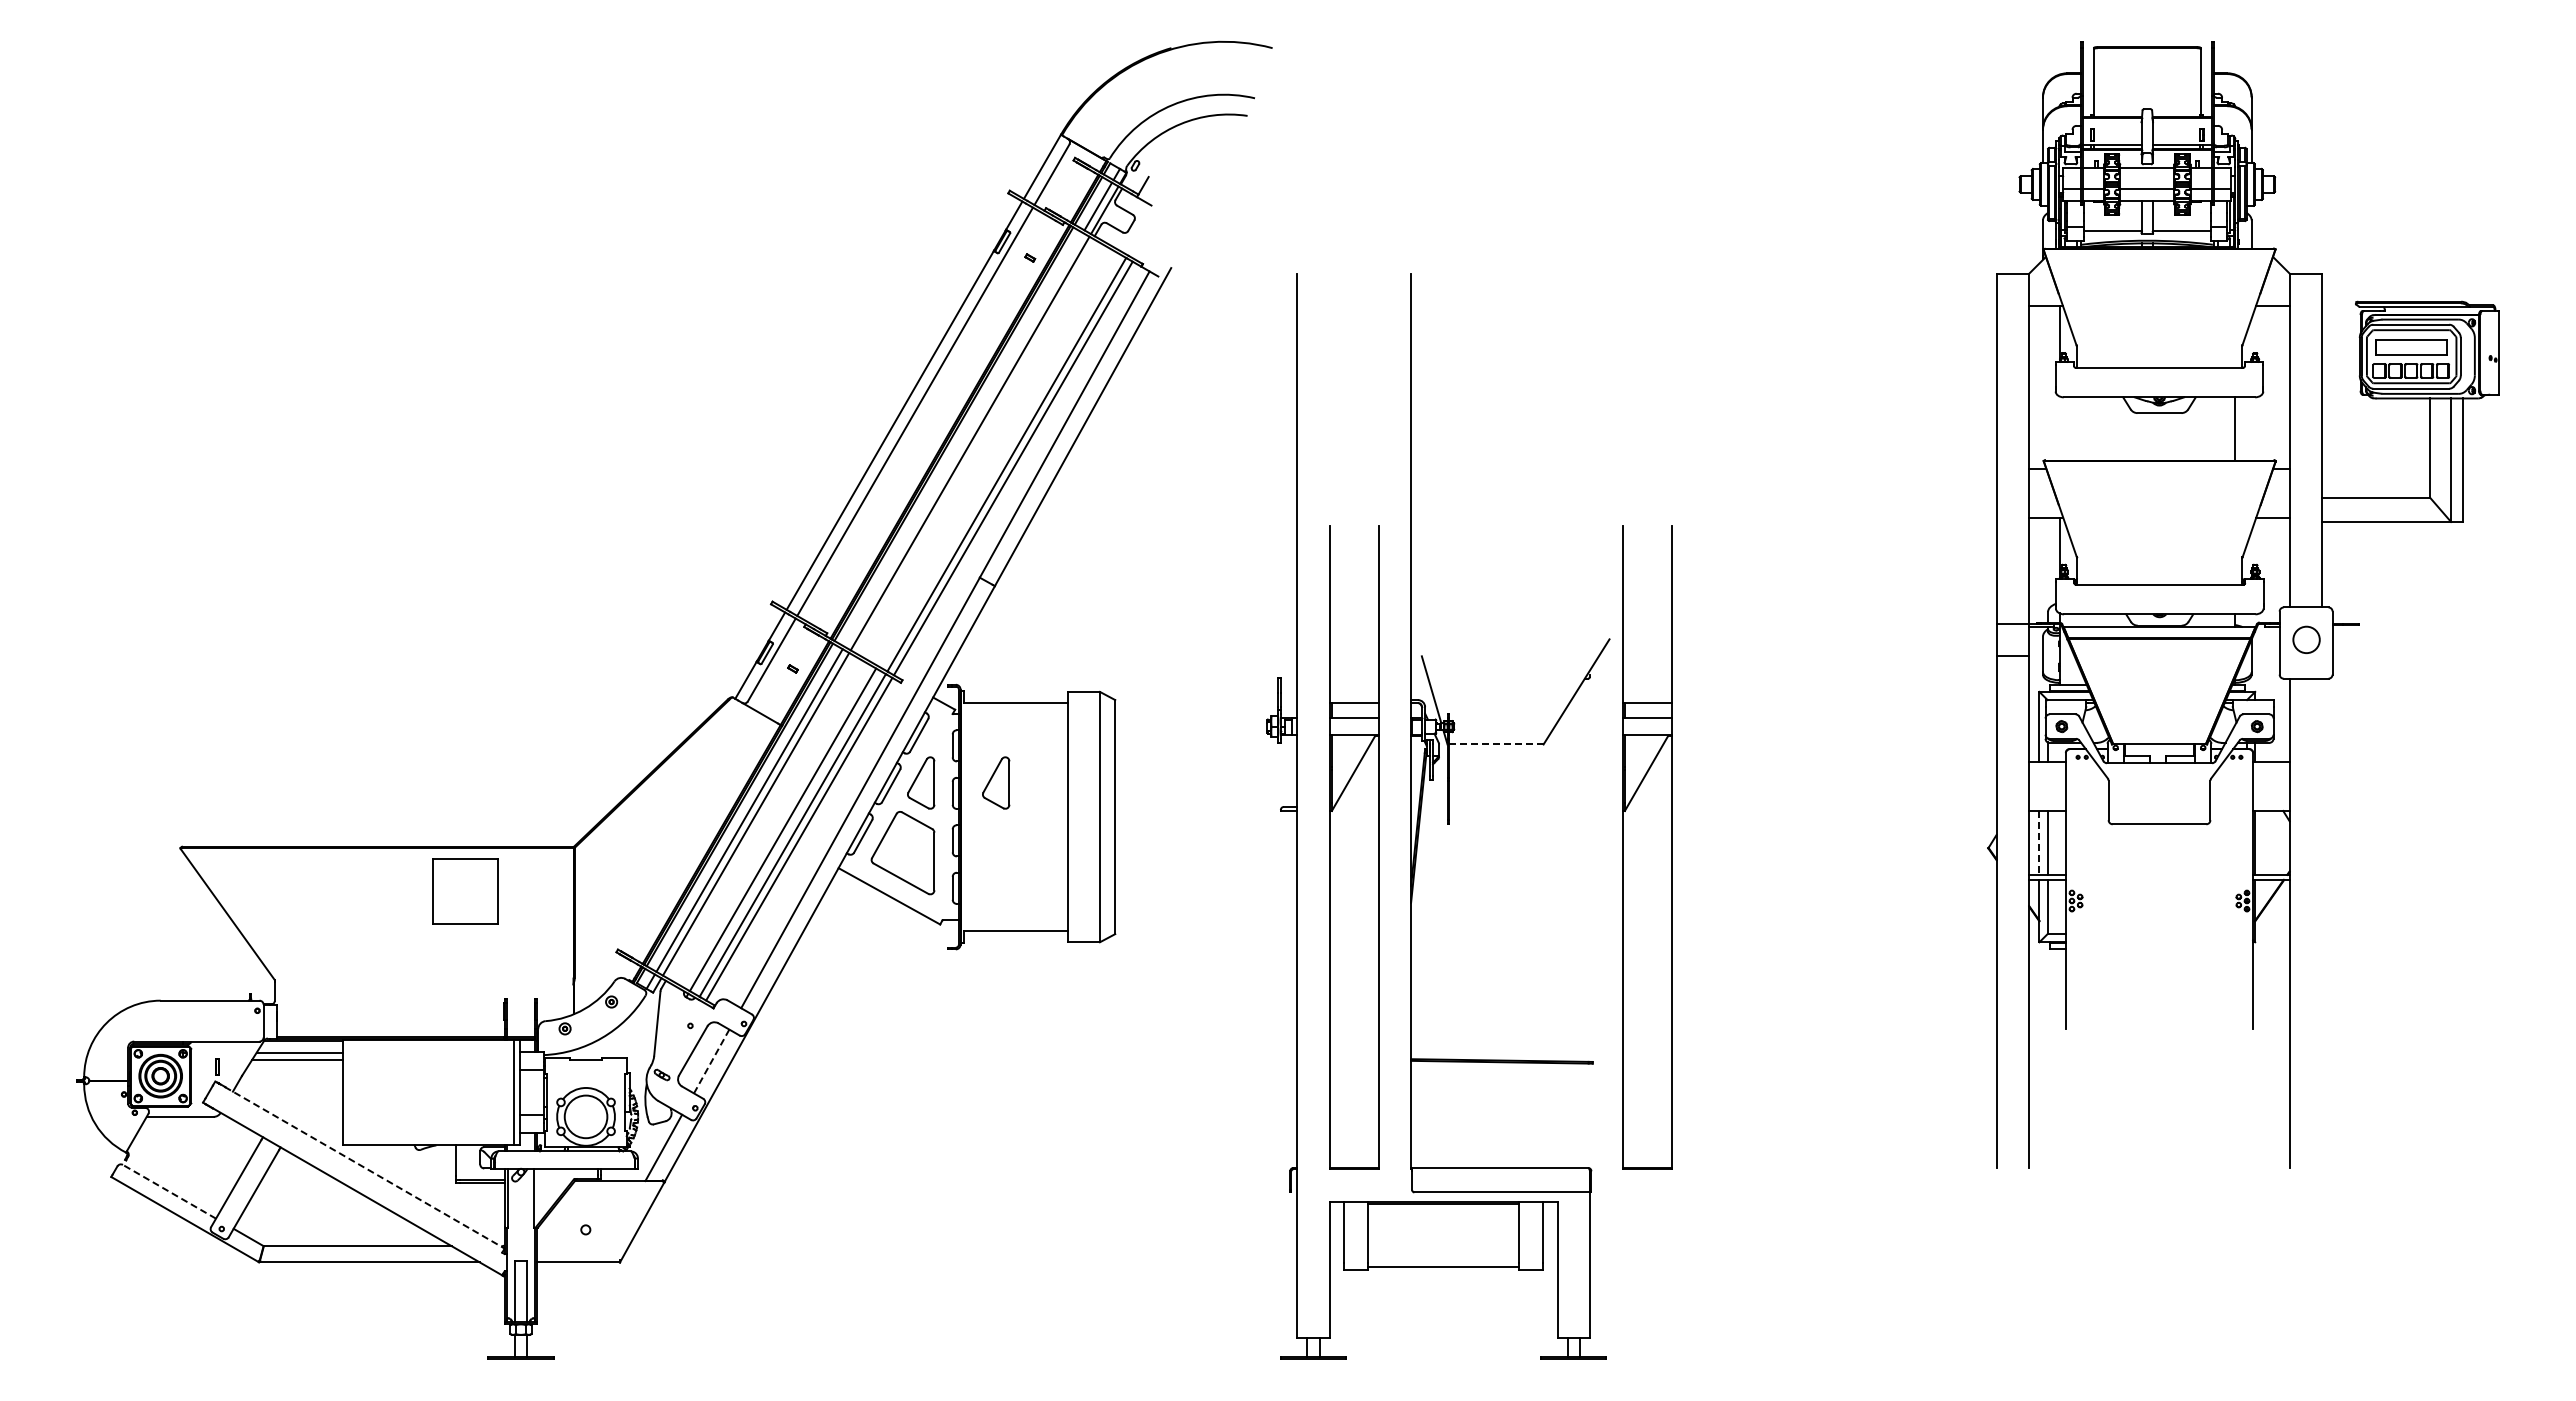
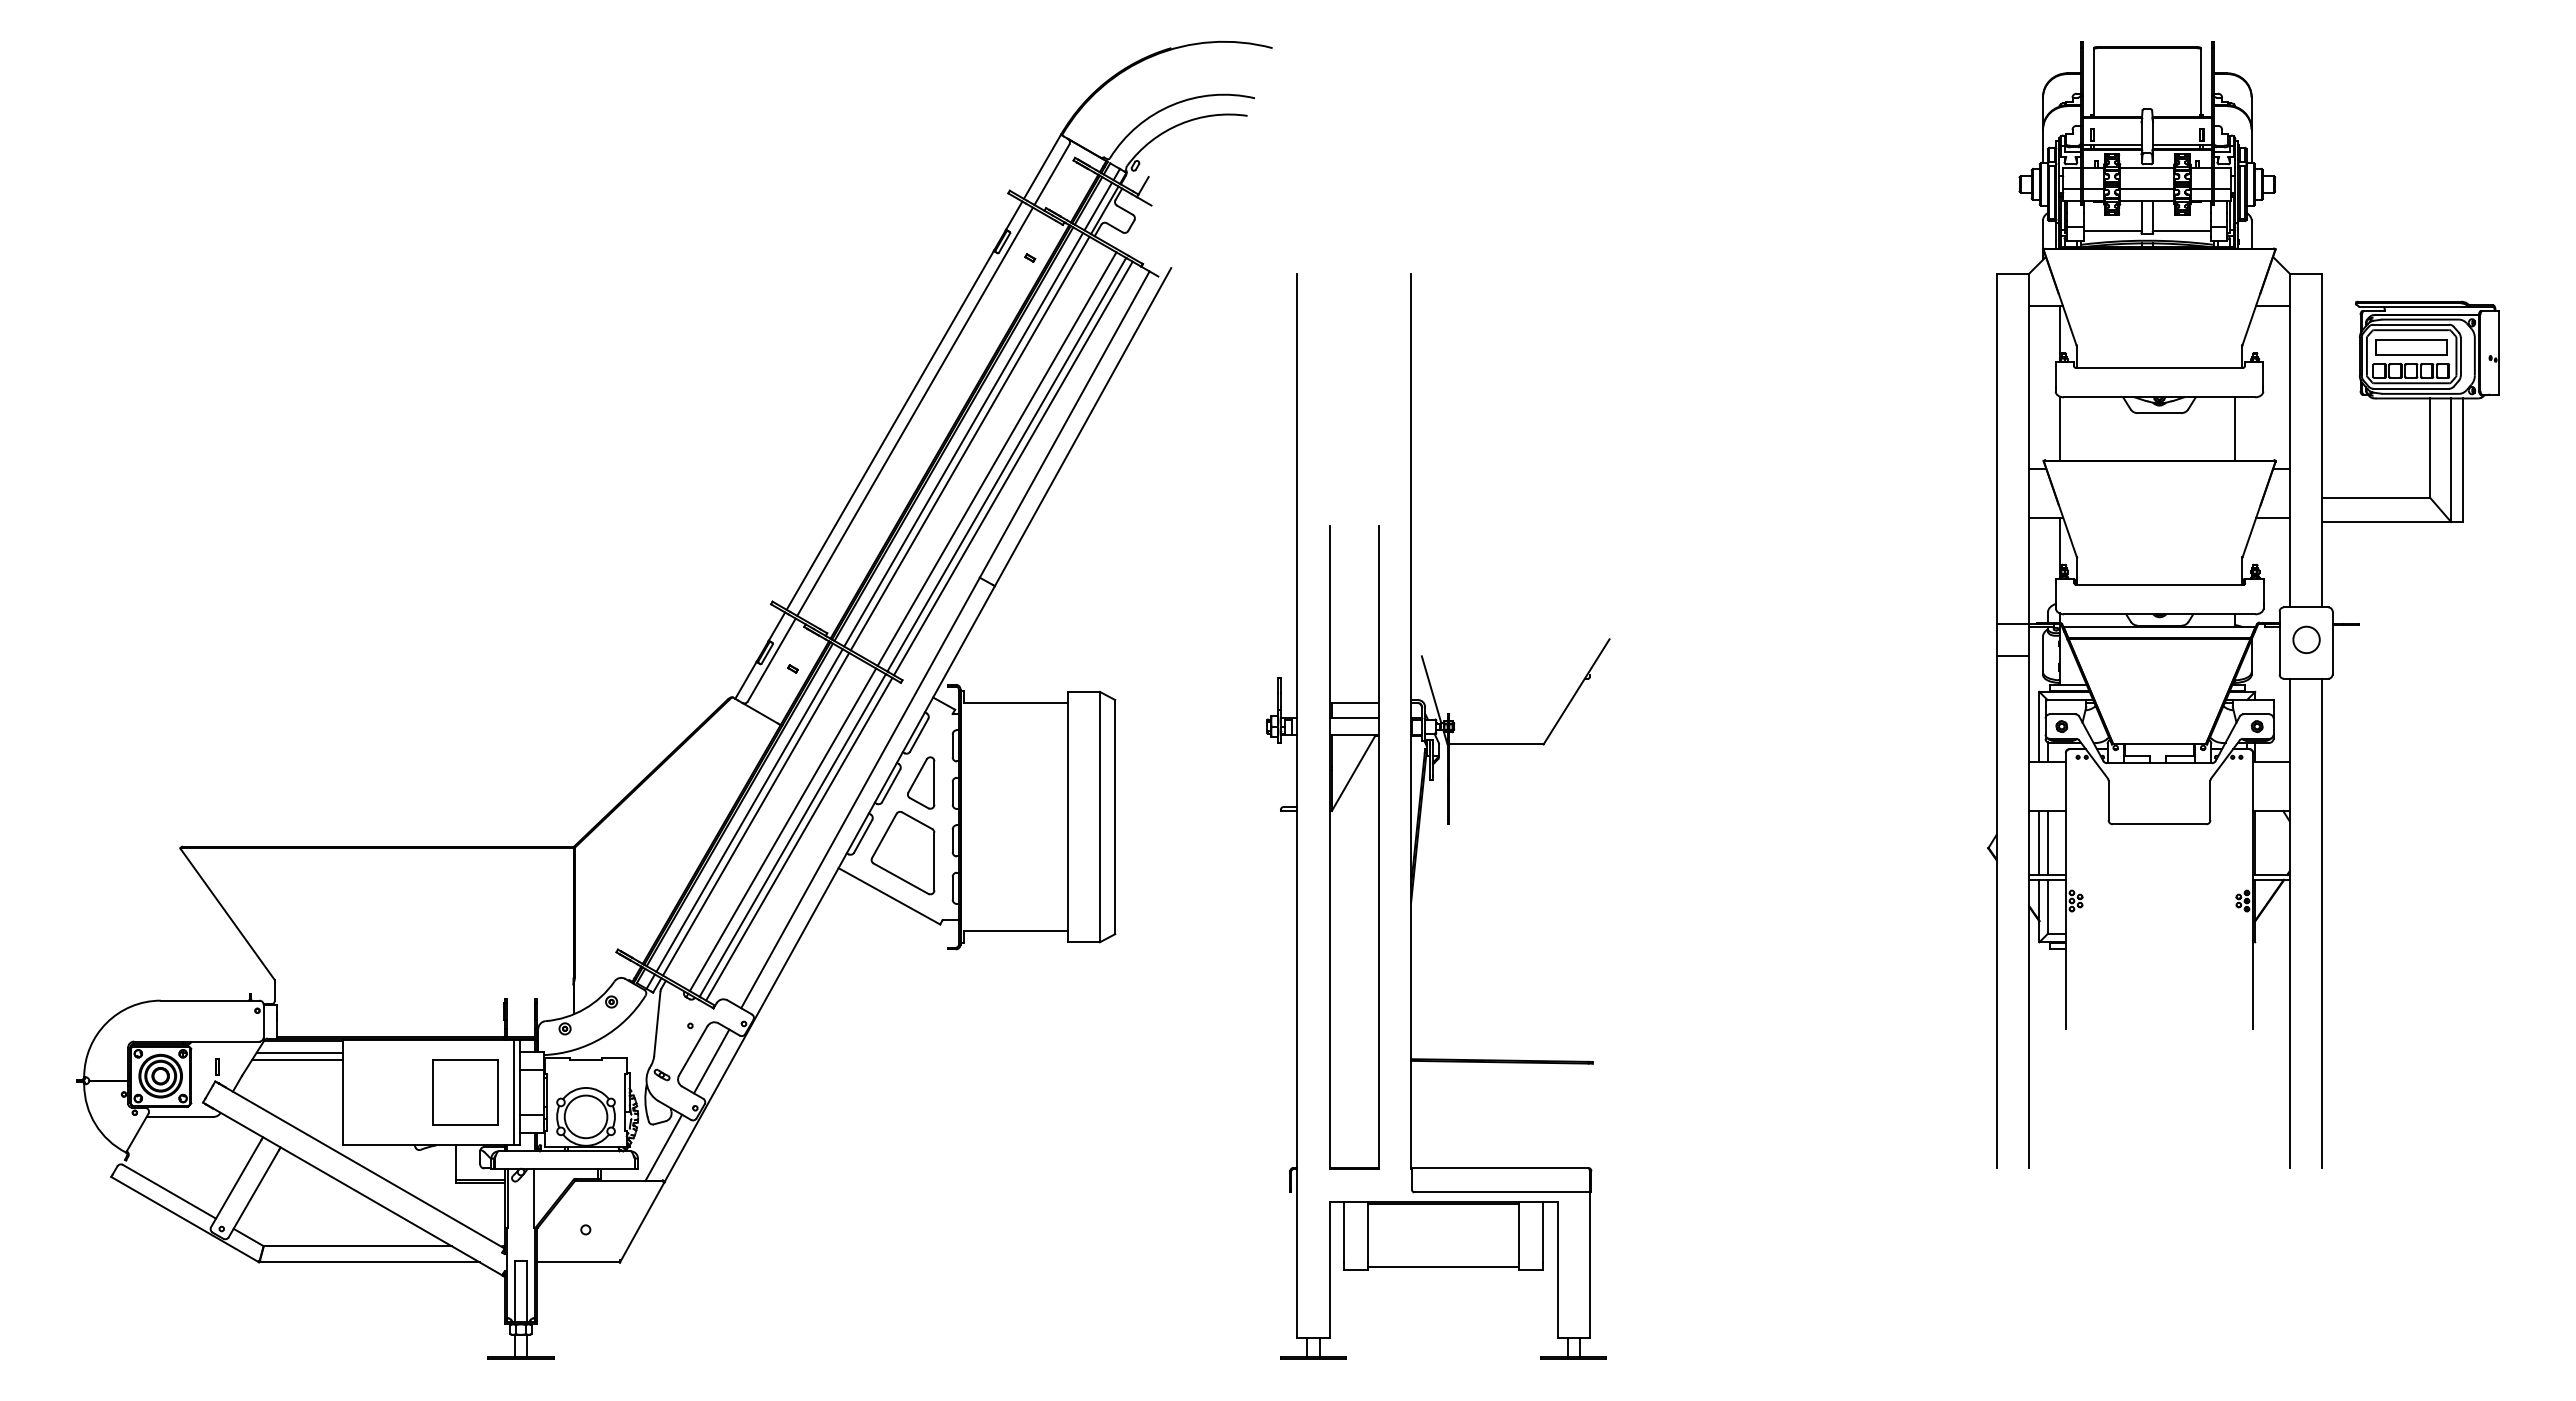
line at (2059, 428): none -> present
line at (963, 439): none -> present
line at (996, 458): none -> present
line at (1495, 744): dashed -> solid
part at (996, 782): present -> none
line at (2039, 842): dashed -> solid
part at (1647, 847): present -> none
part at (465, 891) position: (465, 891) -> (465, 1092)
line at (2322, 922): none -> present
line at (711, 1061): dashed -> solid
line at (360, 1165): dashed -> solid
line at (169, 1191): dashed -> solid
